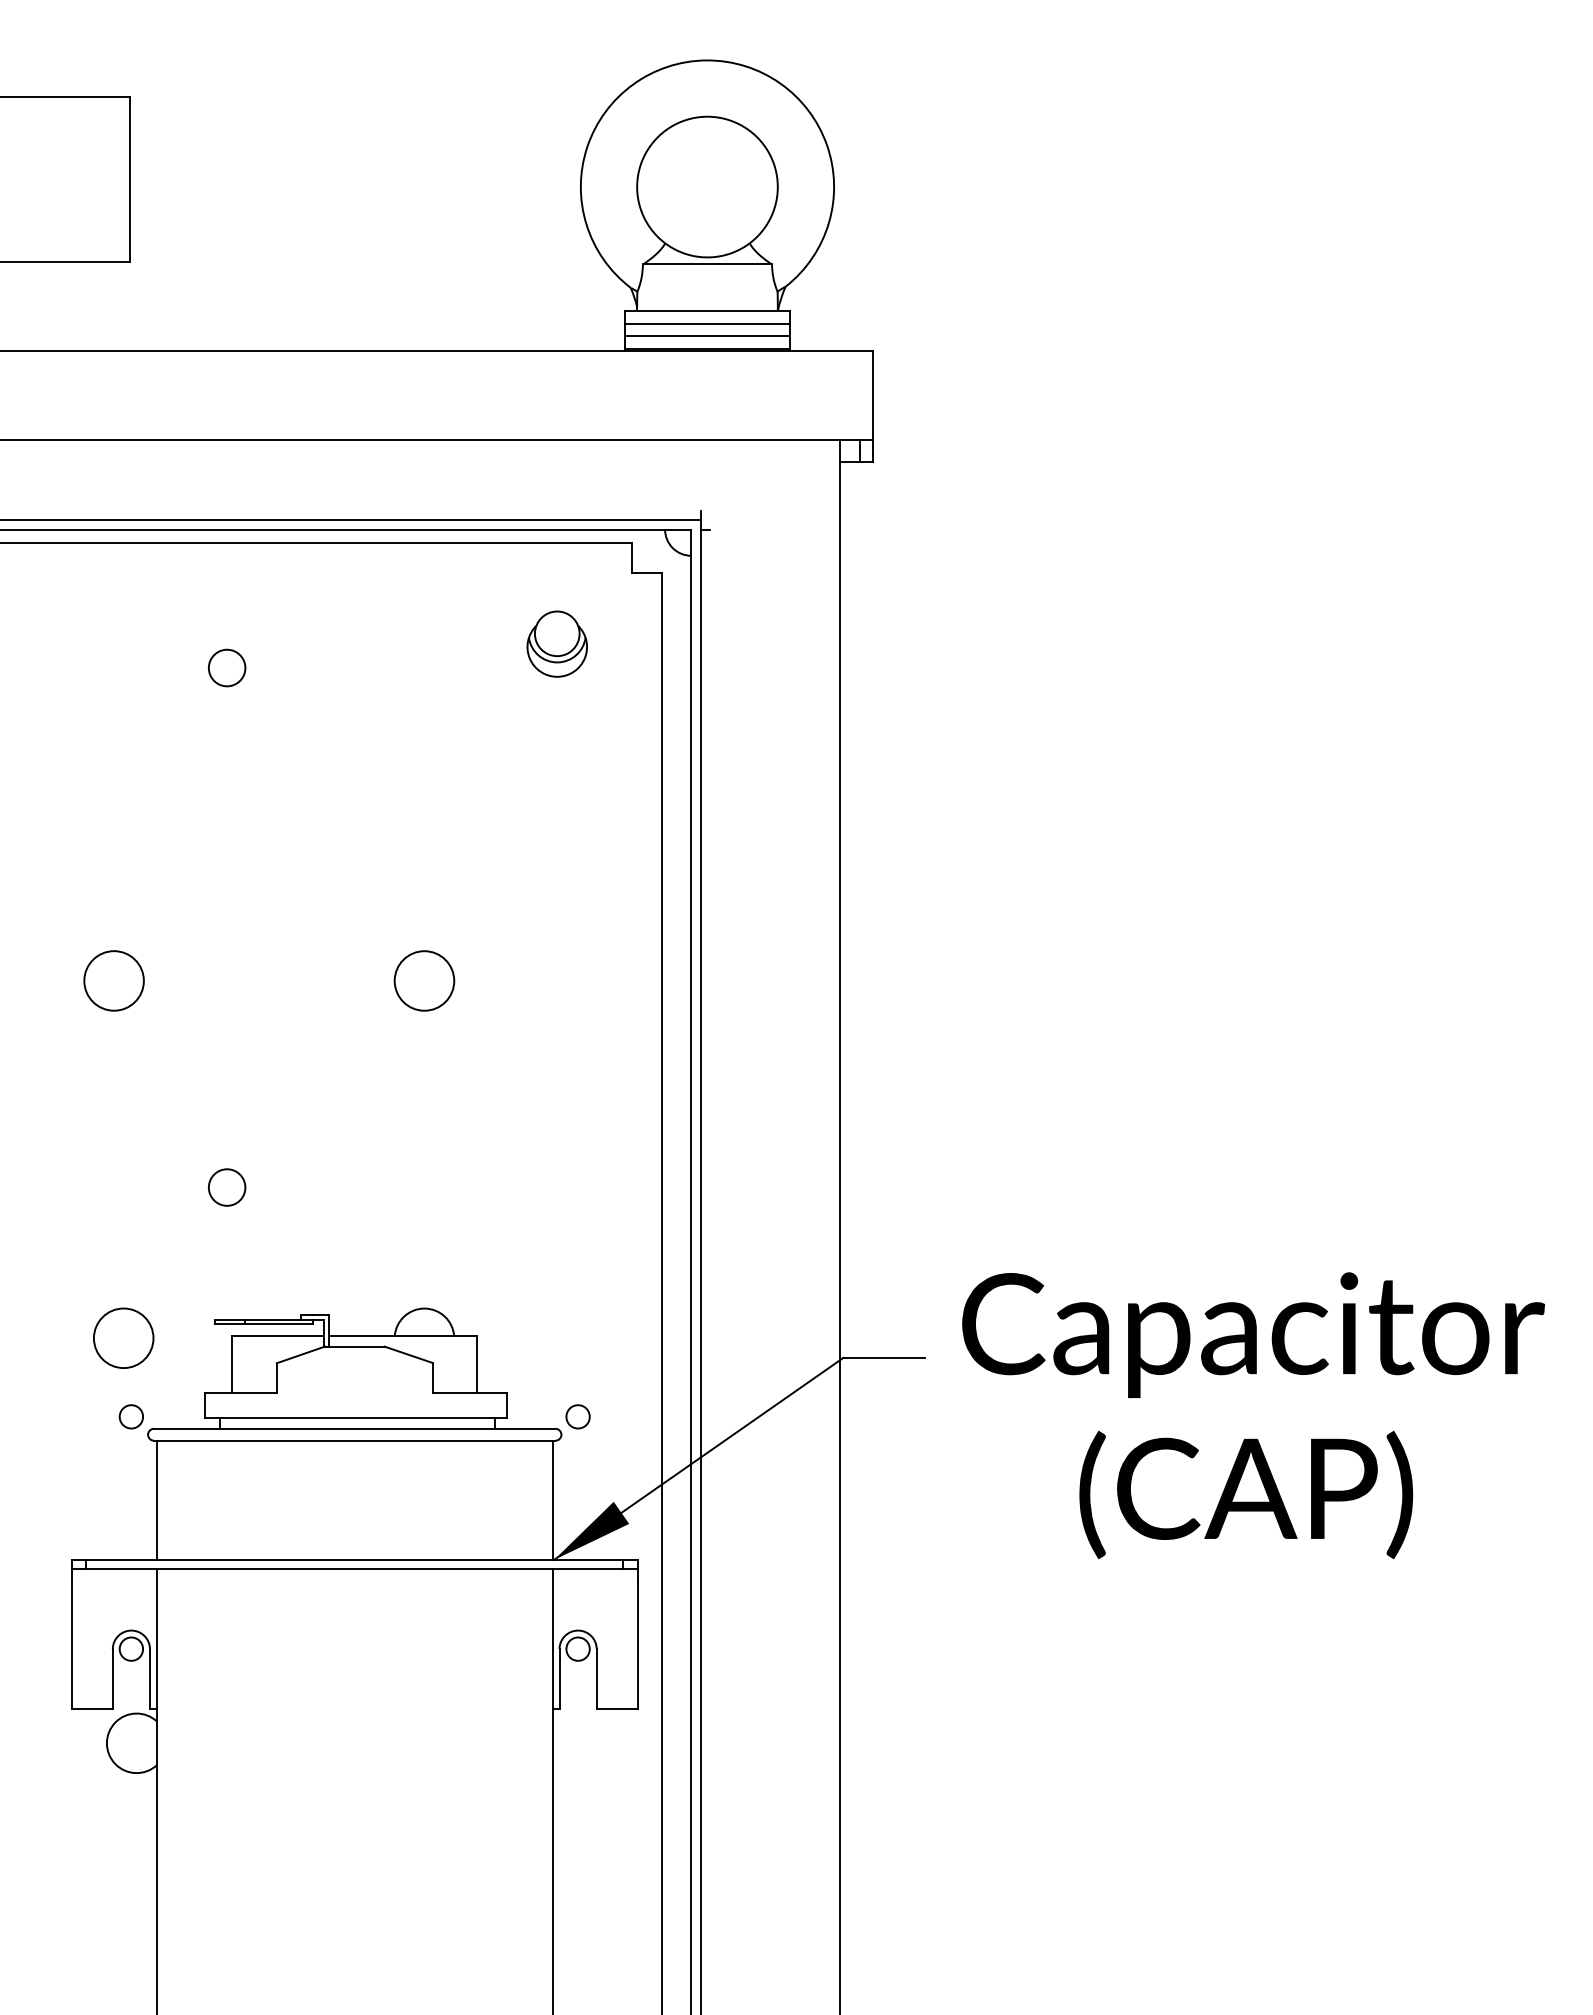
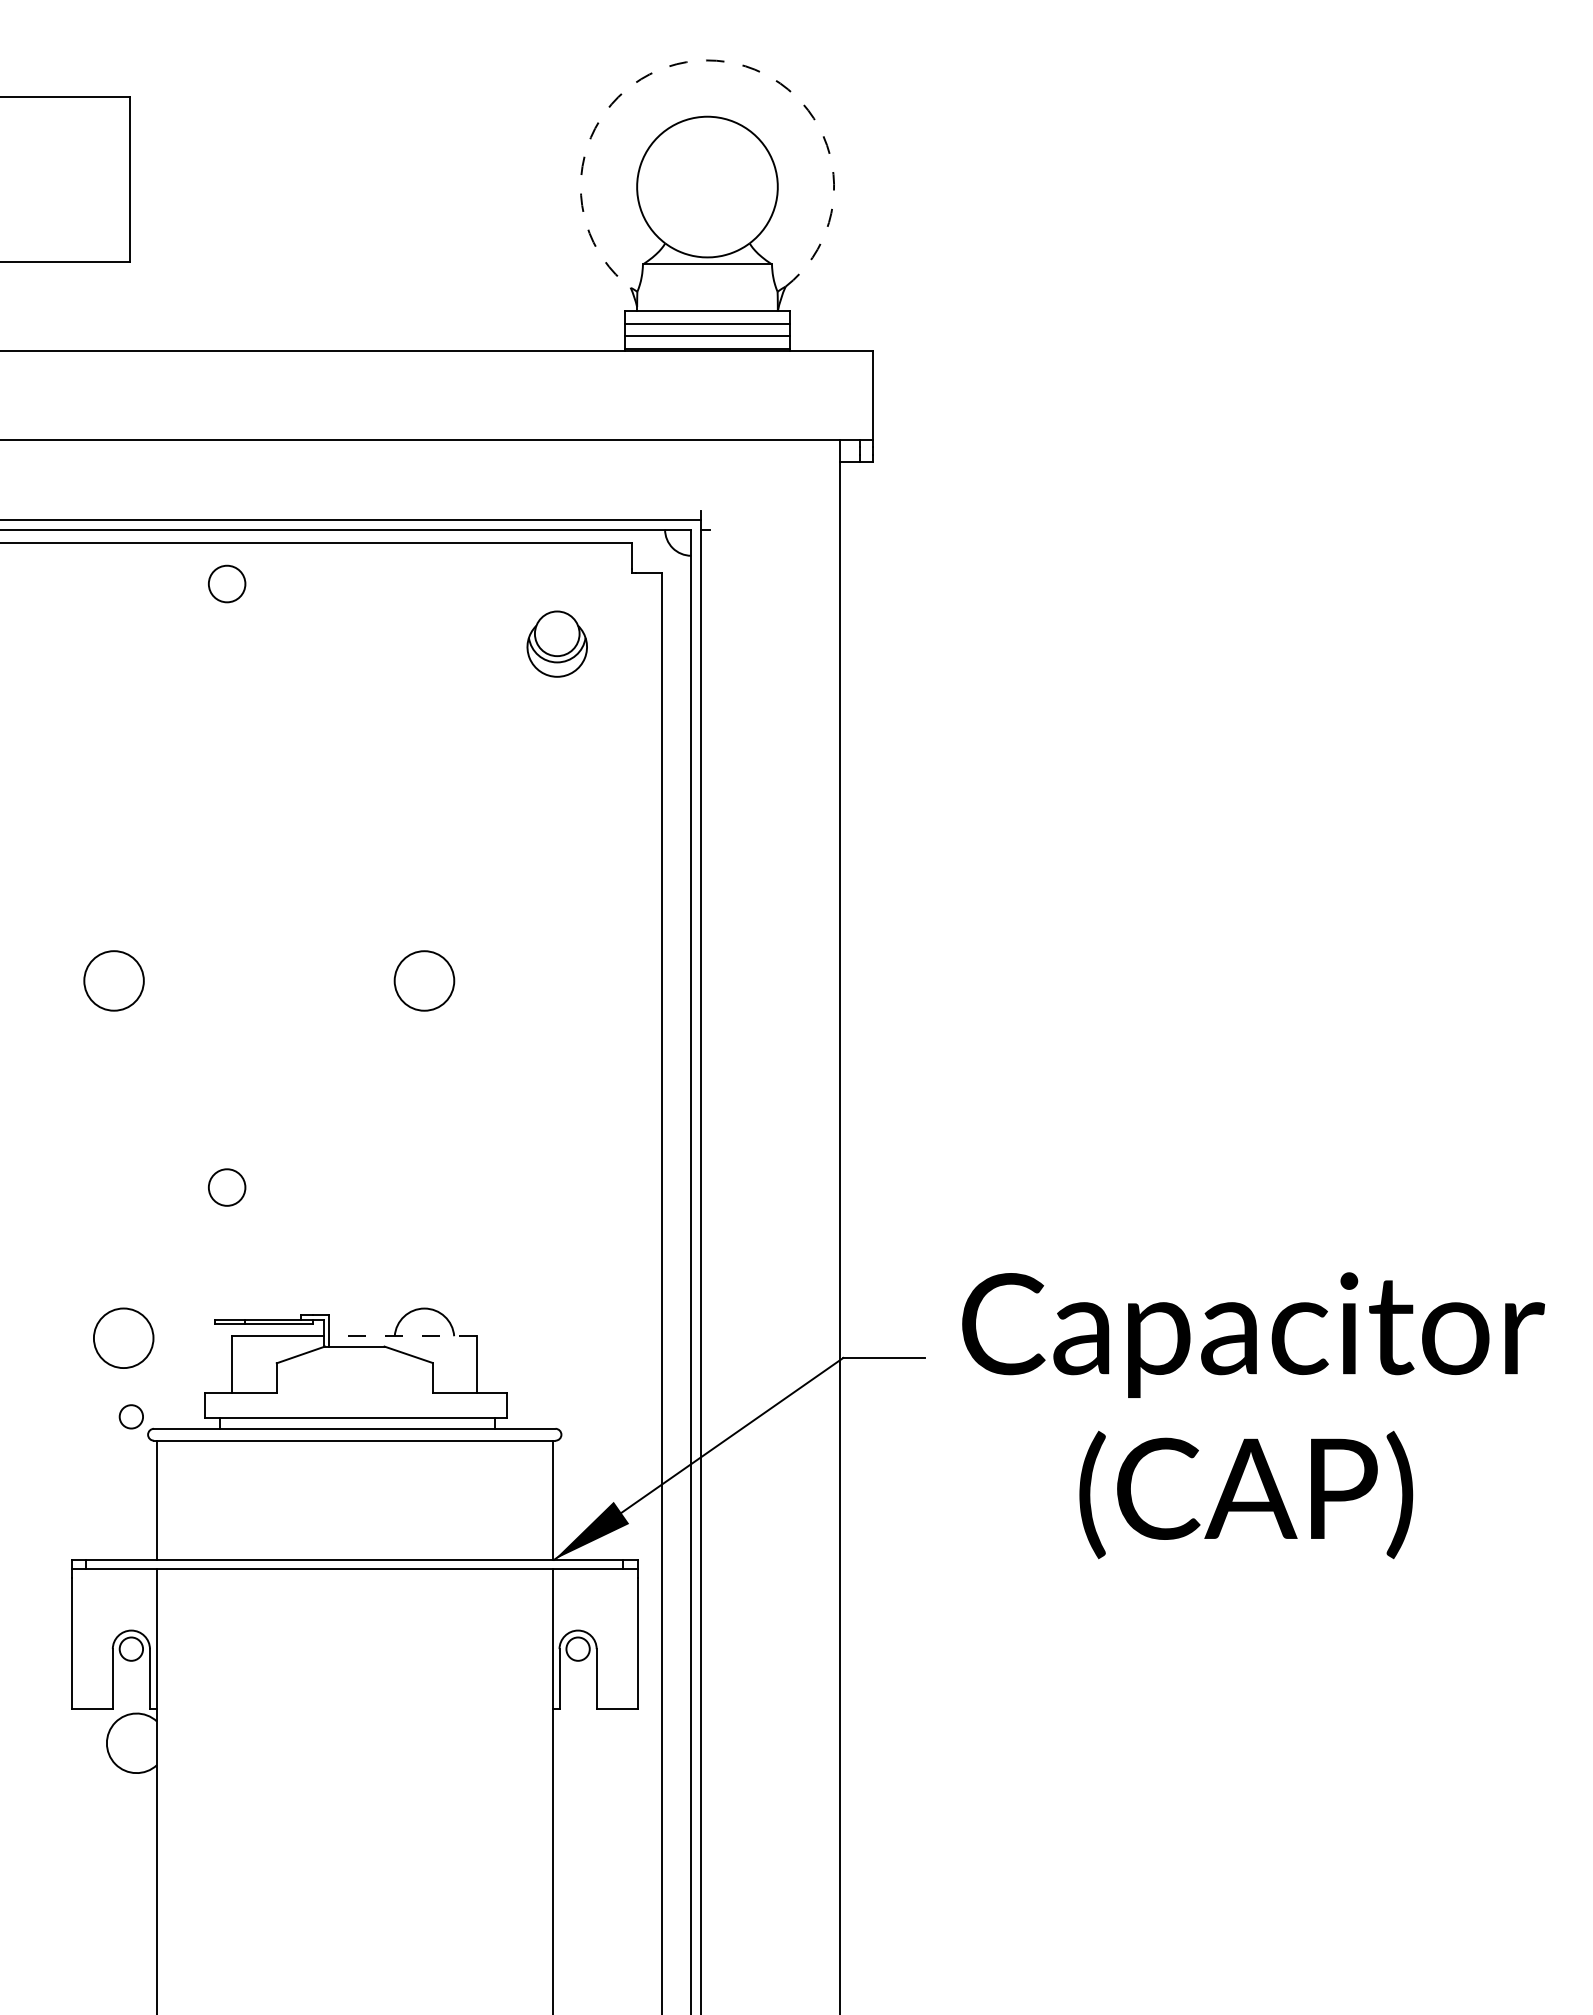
arc at (706, 60): solid -> dashed
circle at (227, 667) position: (227, 667) -> (227, 583)
line at (402, 1336): solid -> dashed
circle at (577, 1416): present -> none
